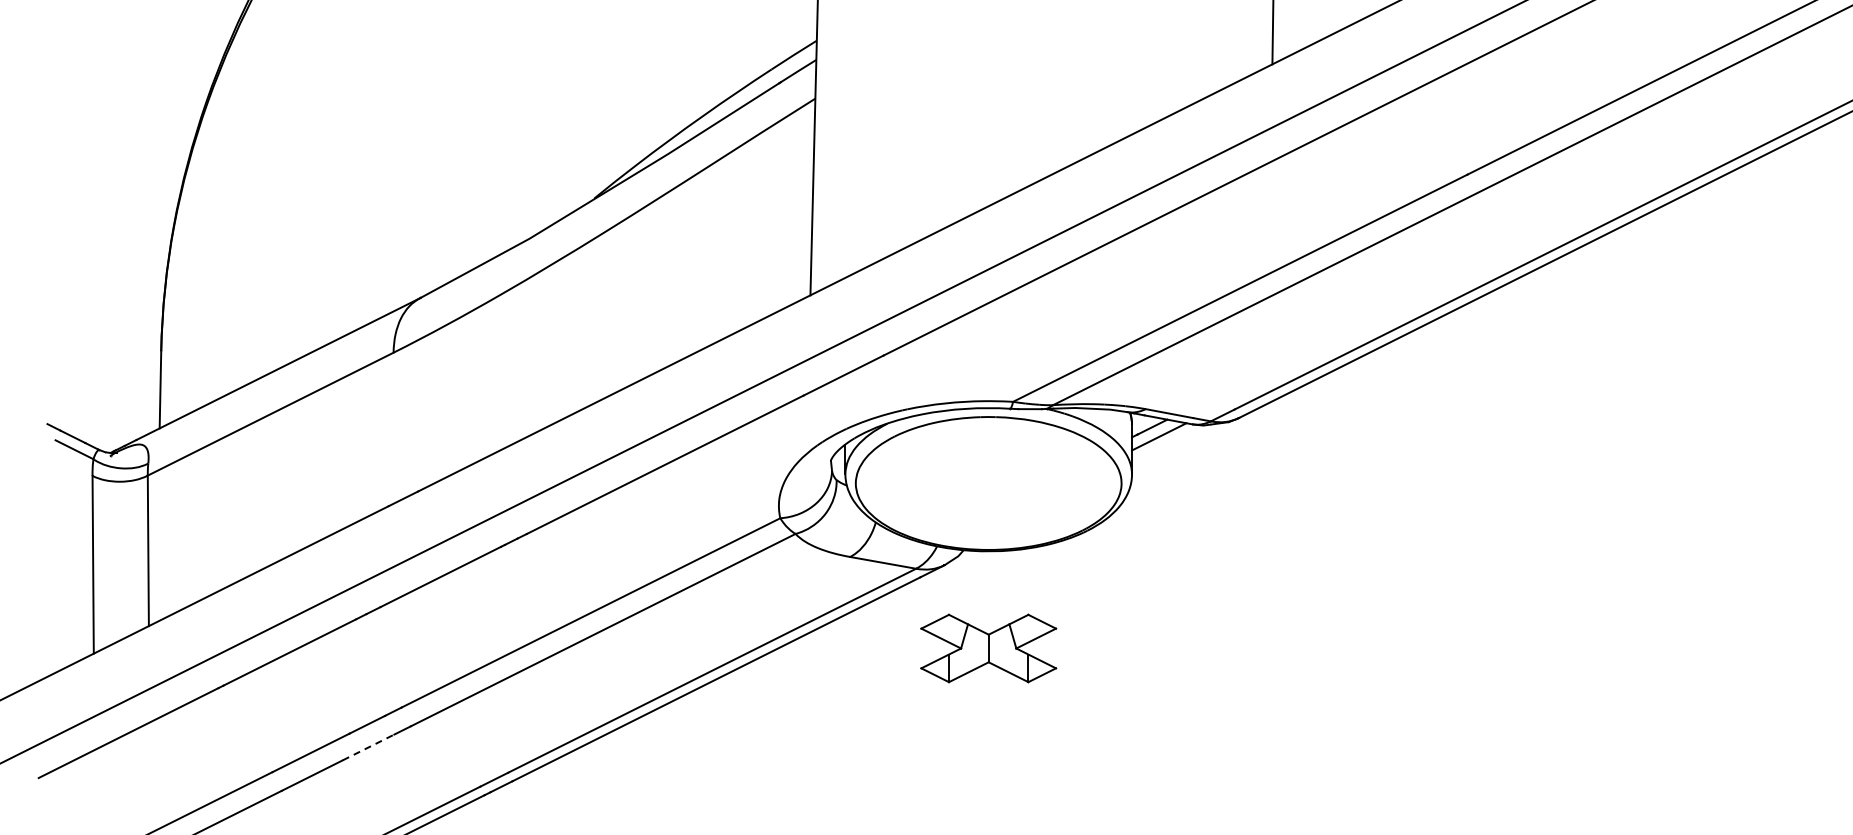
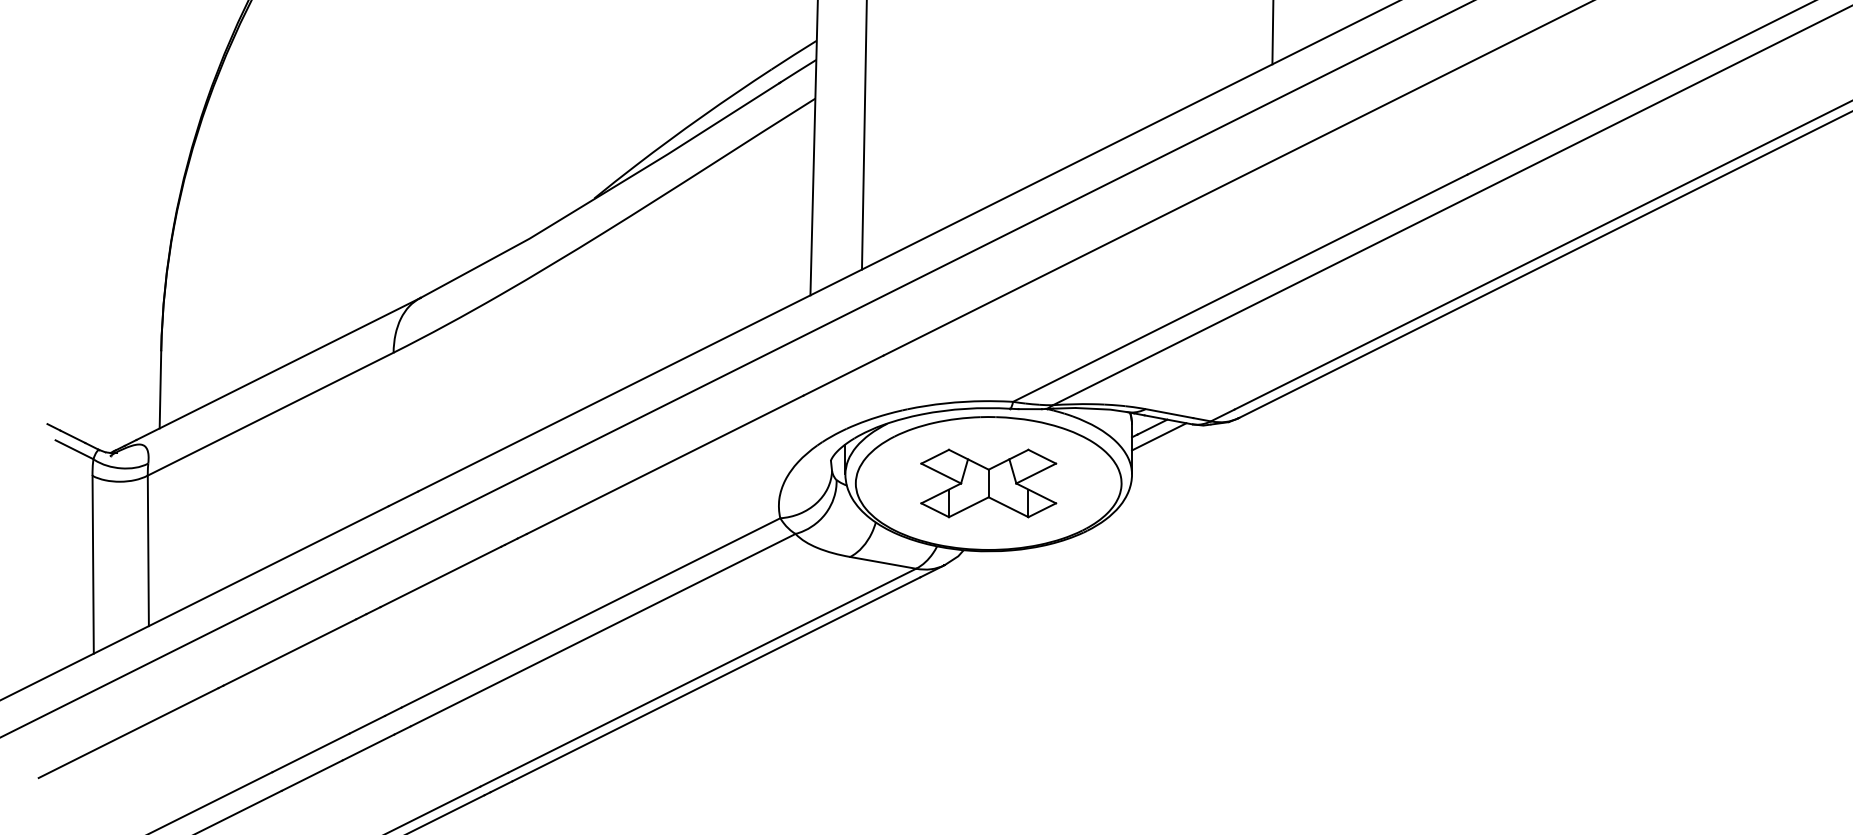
line at (863, 135): none -> present
line at (762, 382) position: (762, 382) -> (736, 369)
part at (988, 648) position: (988, 648) -> (988, 483)
line at (368, 747): dashed -> solid
